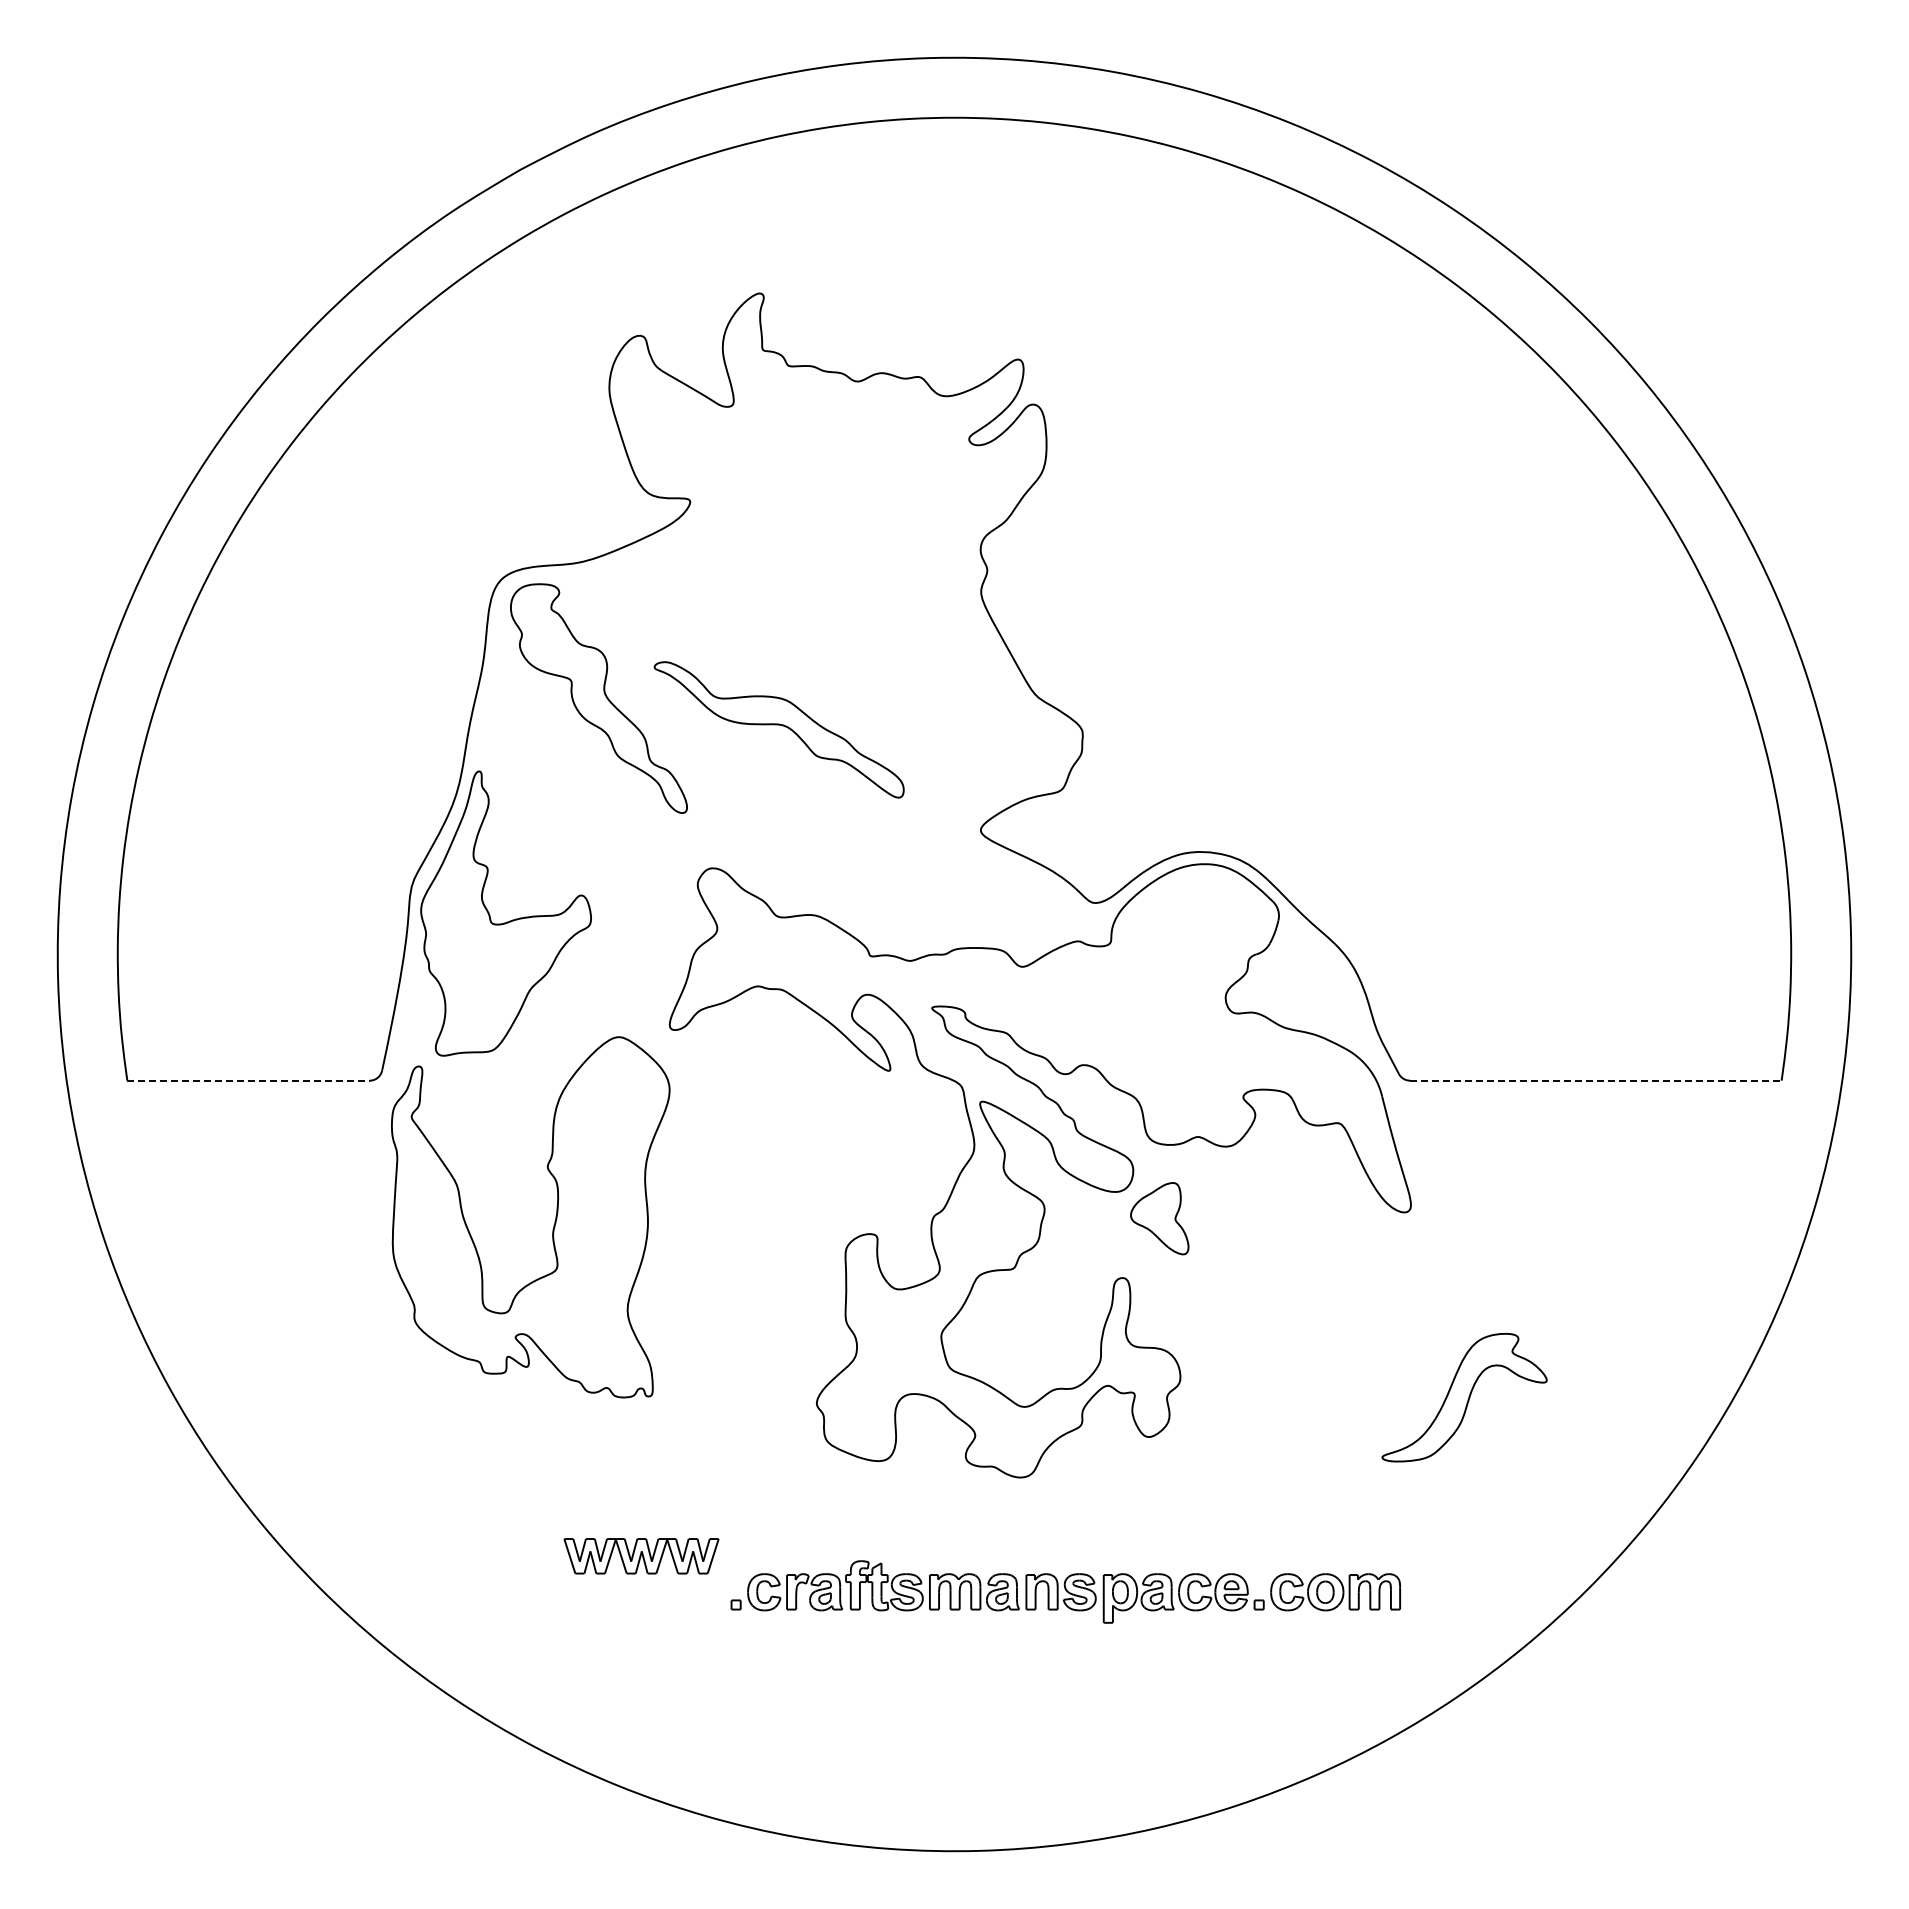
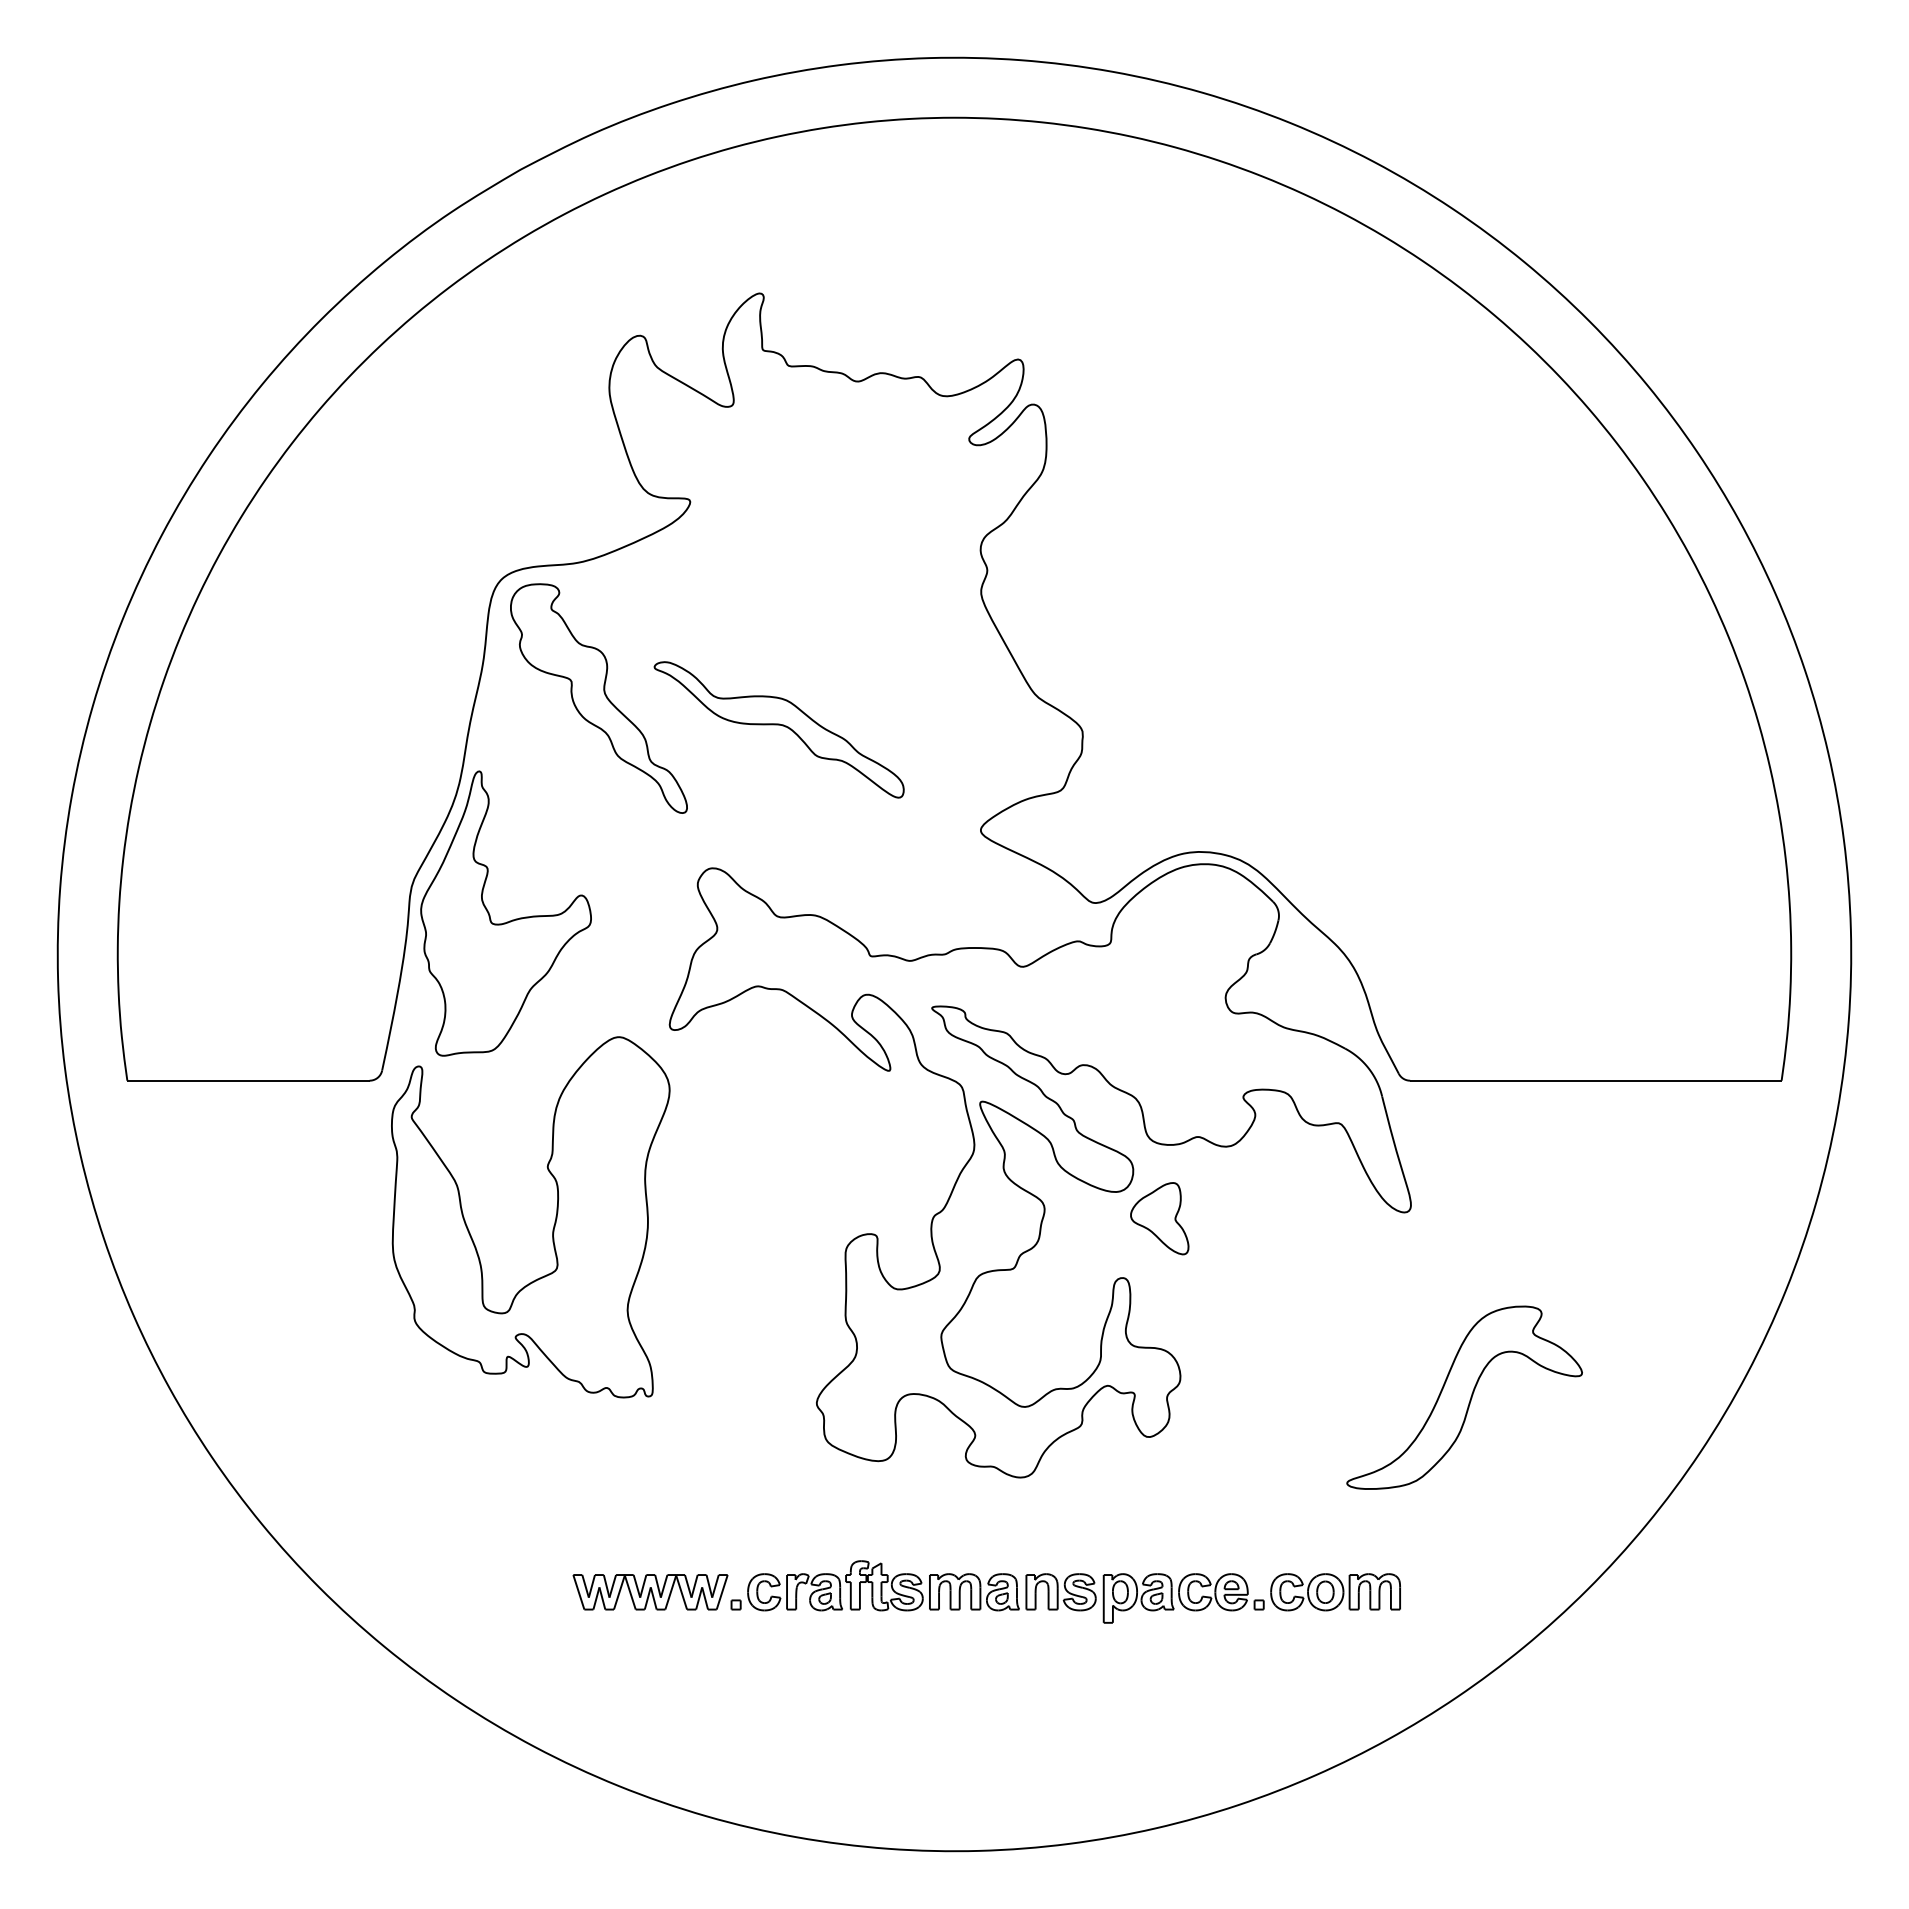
line at (248, 1080): dashed -> solid
line at (1595, 1080): dashed -> solid
part at (1464, 1397) size: 167x130 px -> 237x185 px
part at (641, 1556) position: (641, 1556) -> (650, 1592)
